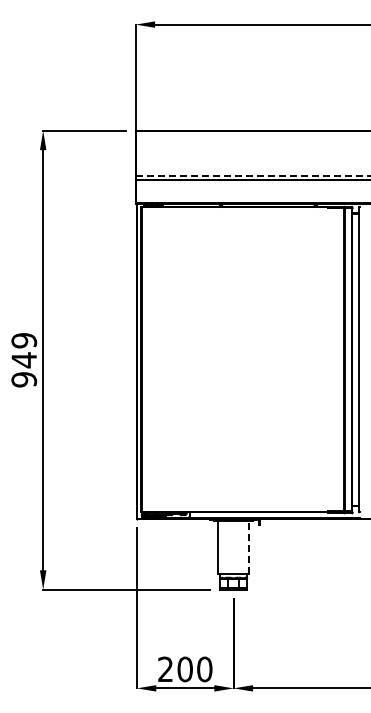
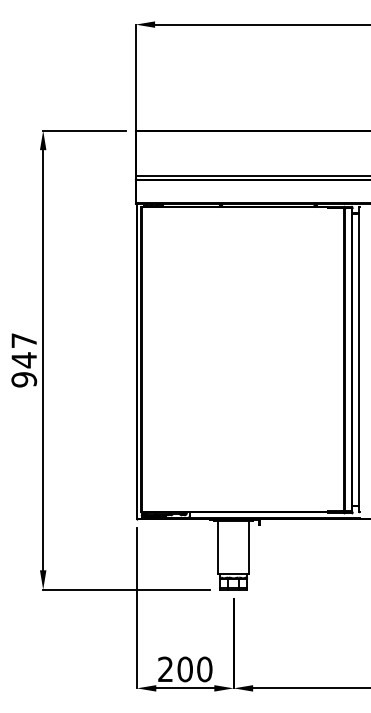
line at (254, 175): dashed -> solid
text at (24, 340): 949 -> 947
line at (249, 547): dashed -> solid
